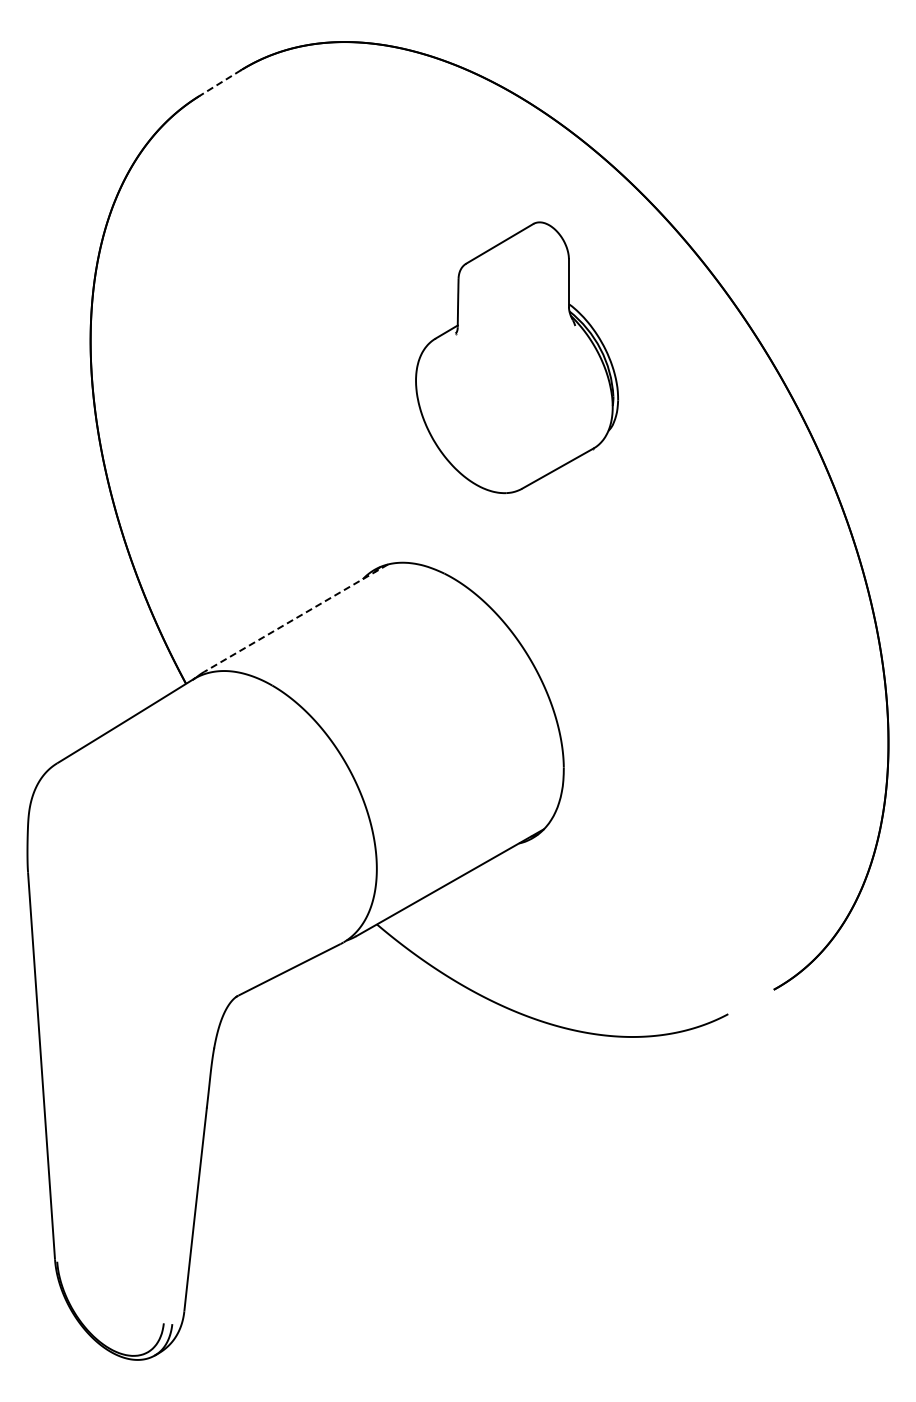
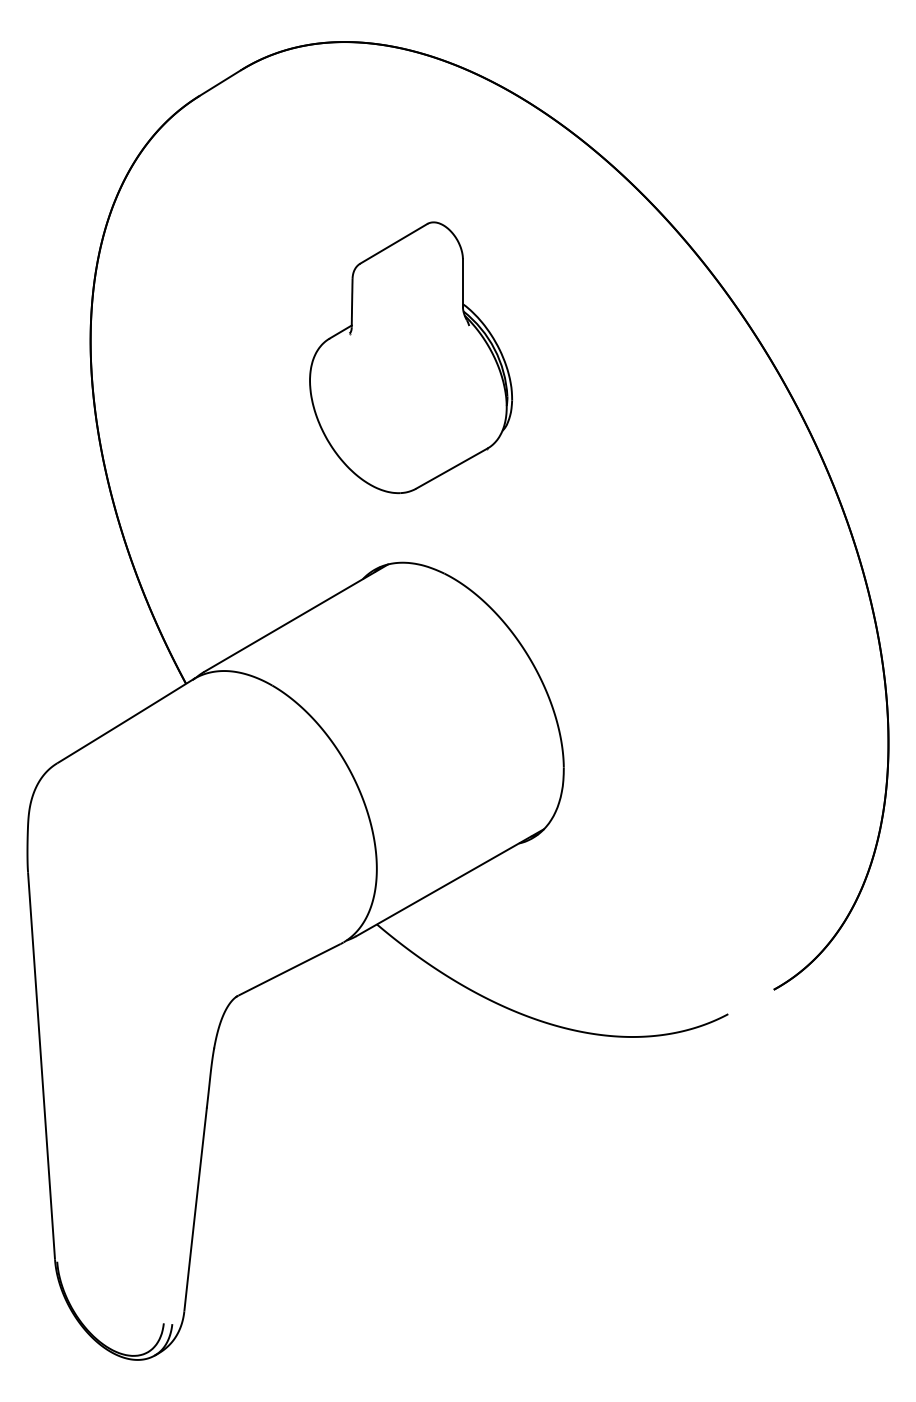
line at (220, 83): dashed -> solid
part at (516, 357) position: (516, 357) -> (410, 357)
line at (295, 618): dashed -> solid
